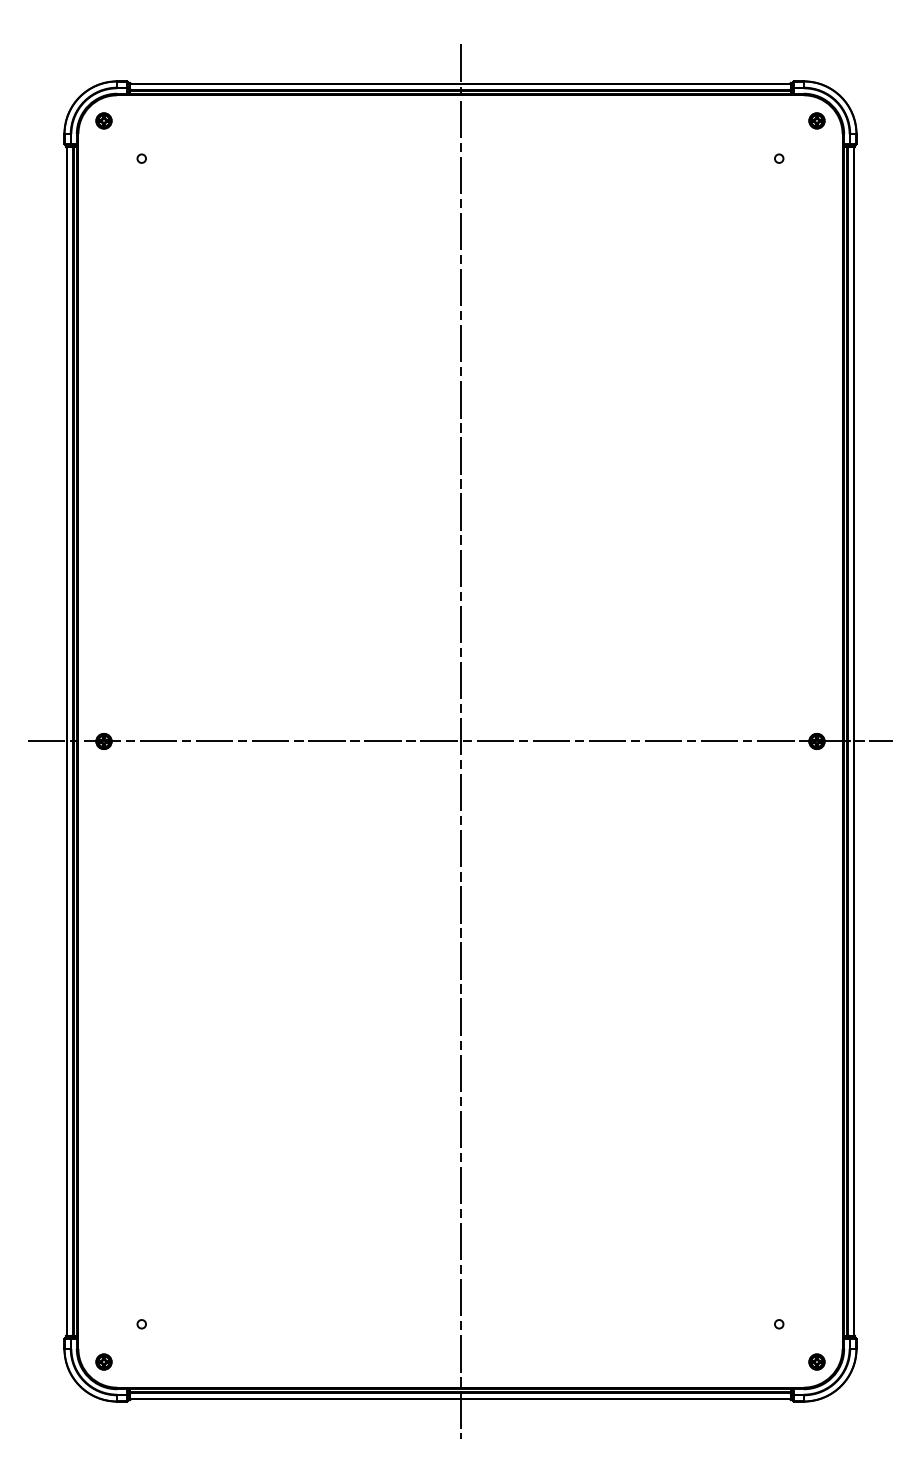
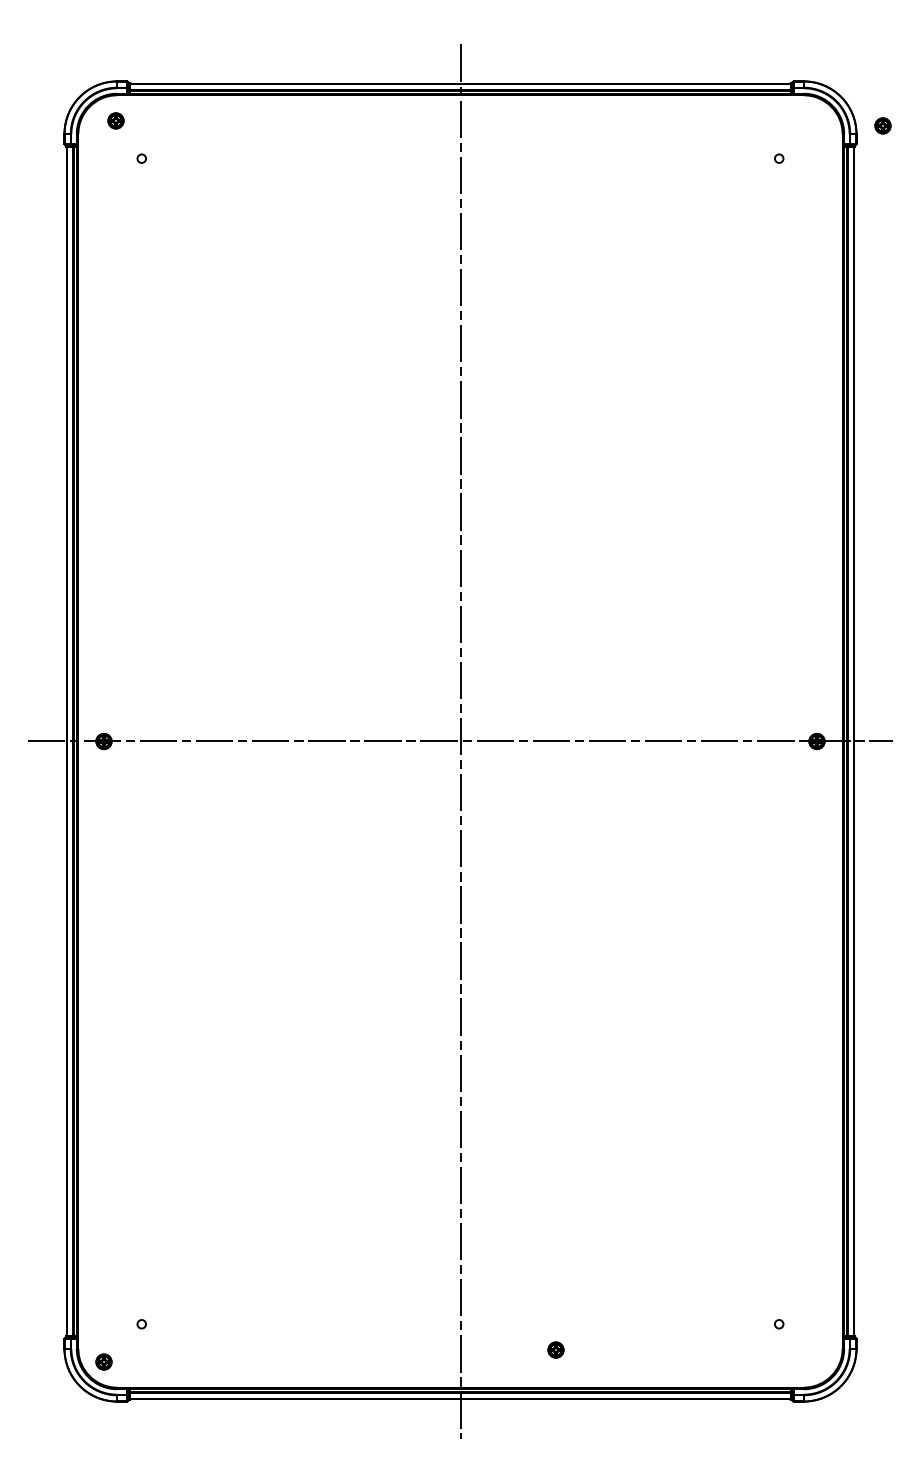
part at (103, 120) position: (103, 120) -> (115, 120)
part at (816, 120) position: (816, 120) -> (882, 125)
part at (816, 1361) position: (816, 1361) -> (555, 1349)
